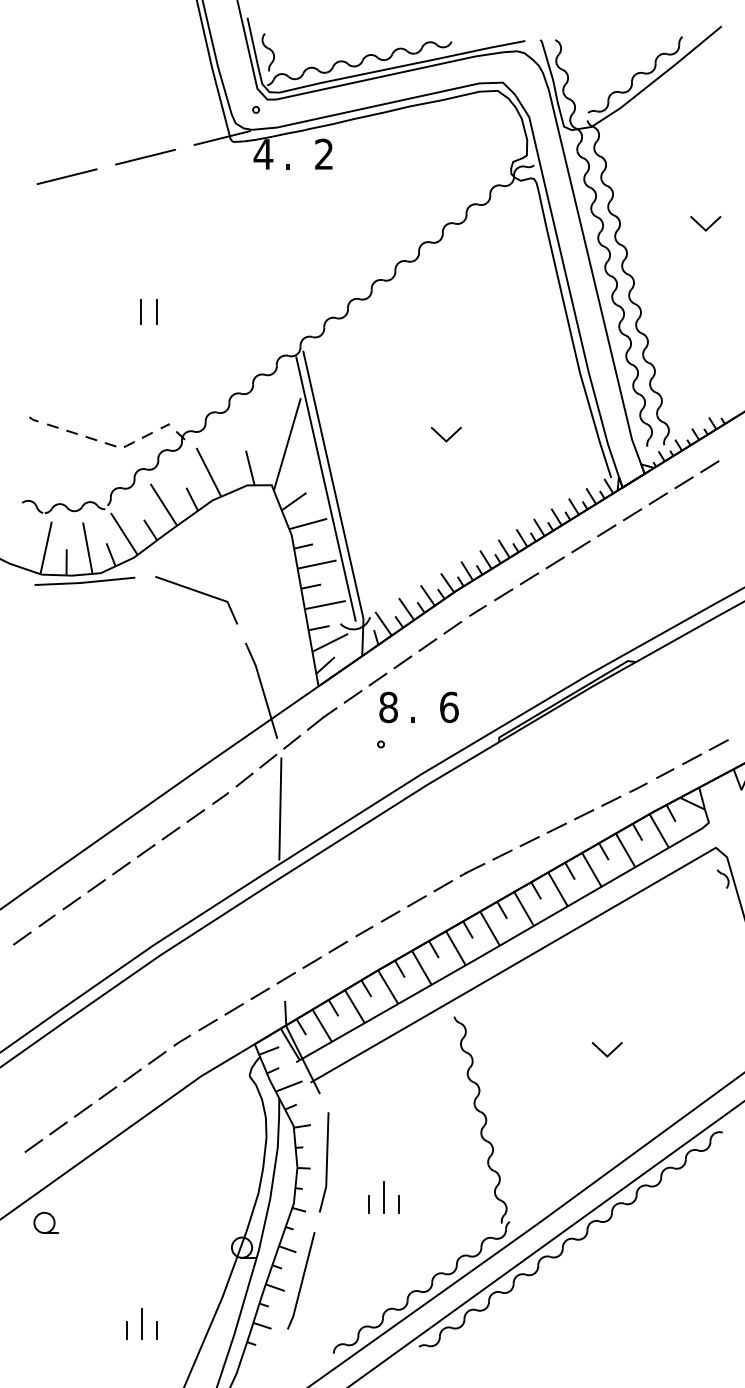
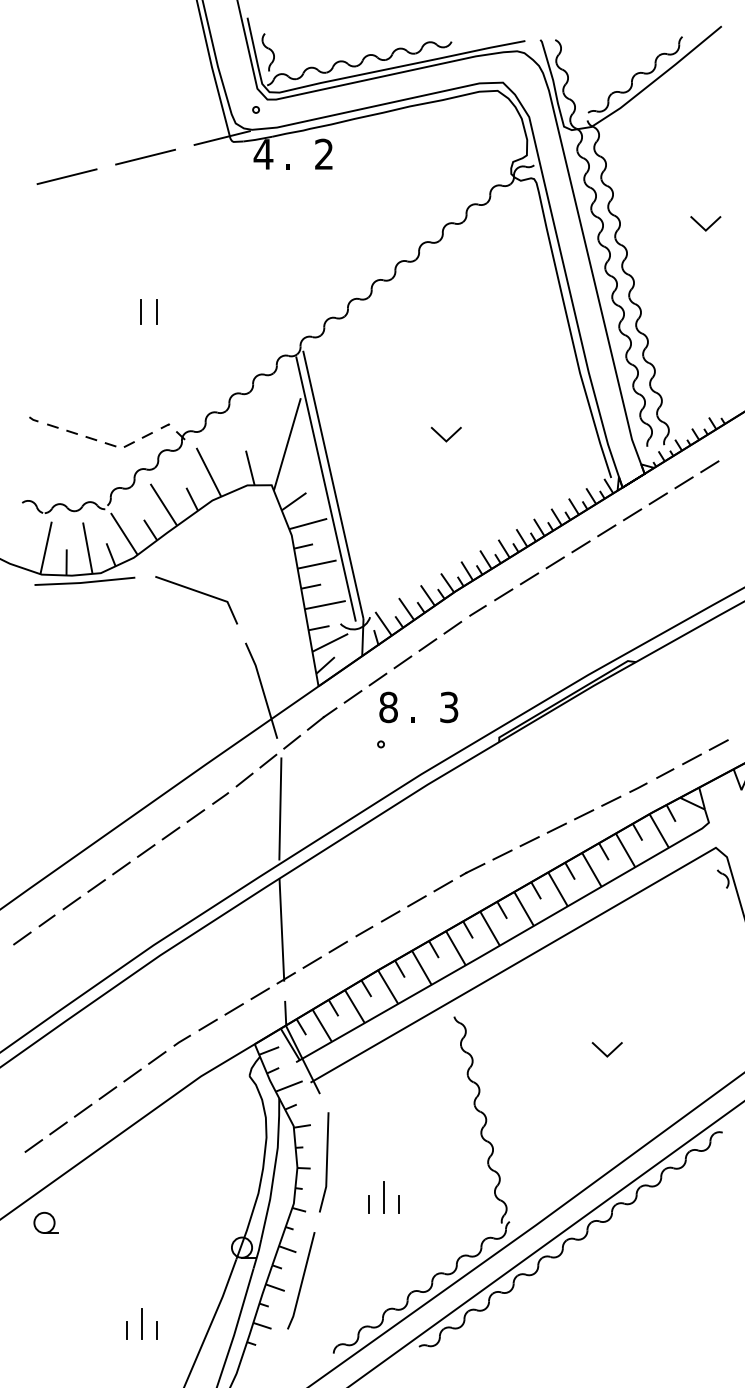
text at (449, 707): 6 -> 3
line at (281, 929): none -> present
